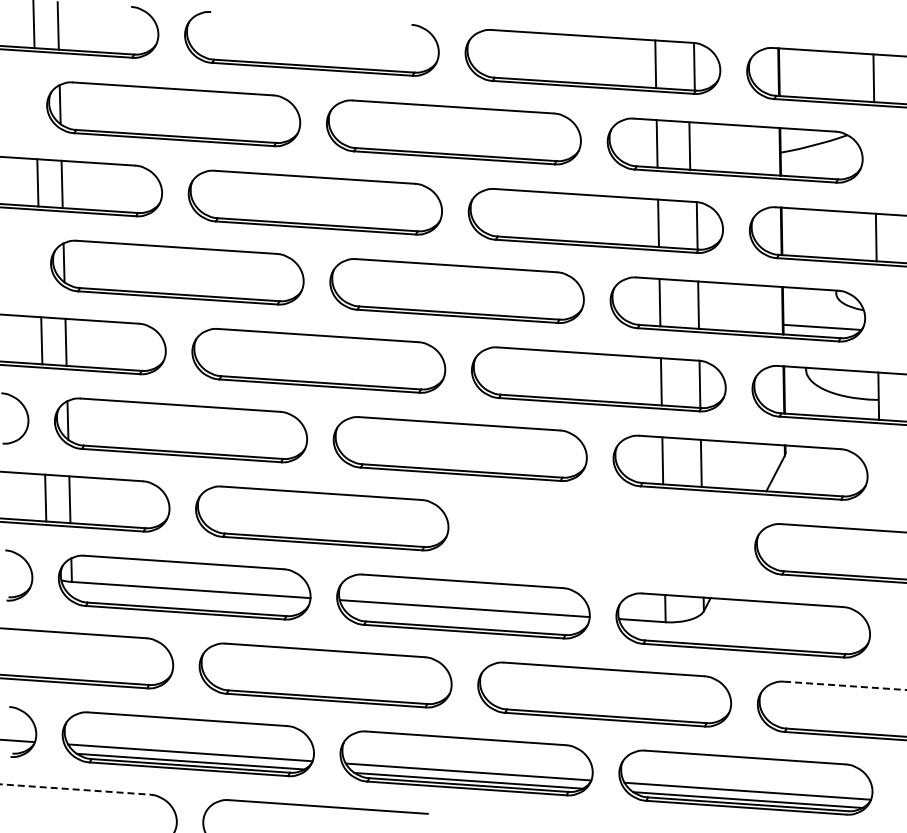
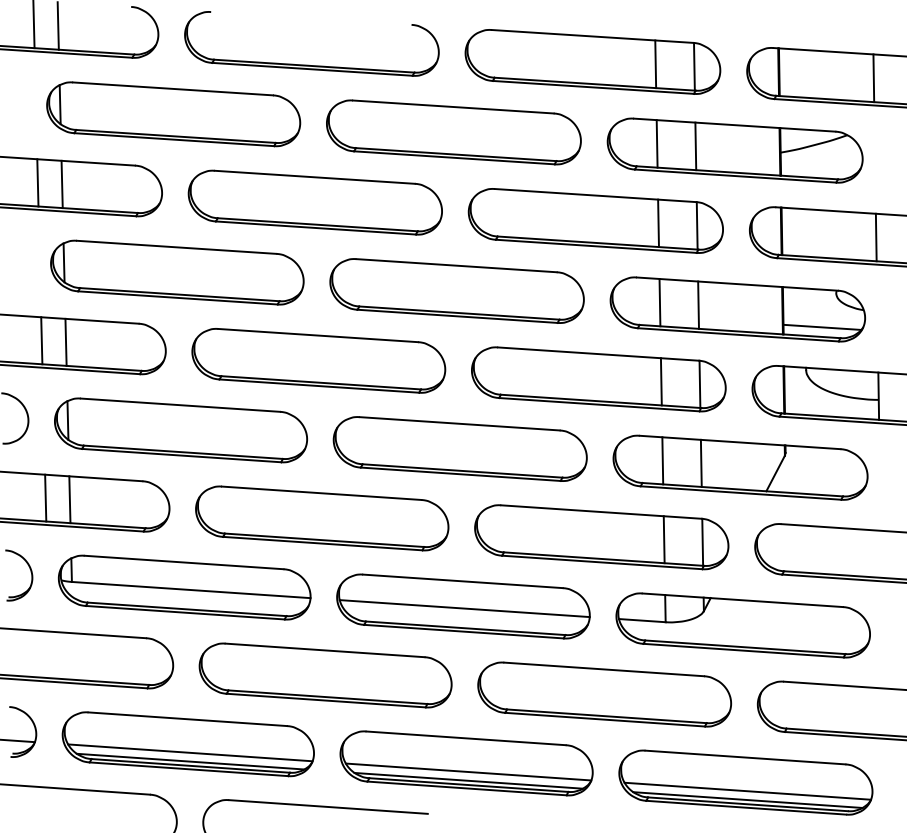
line at (689, 146) position: (689, 146) -> (695, 146)
part at (601, 537): none -> present
line at (845, 685): dashed -> solid
line at (75, 789): dashed -> solid
